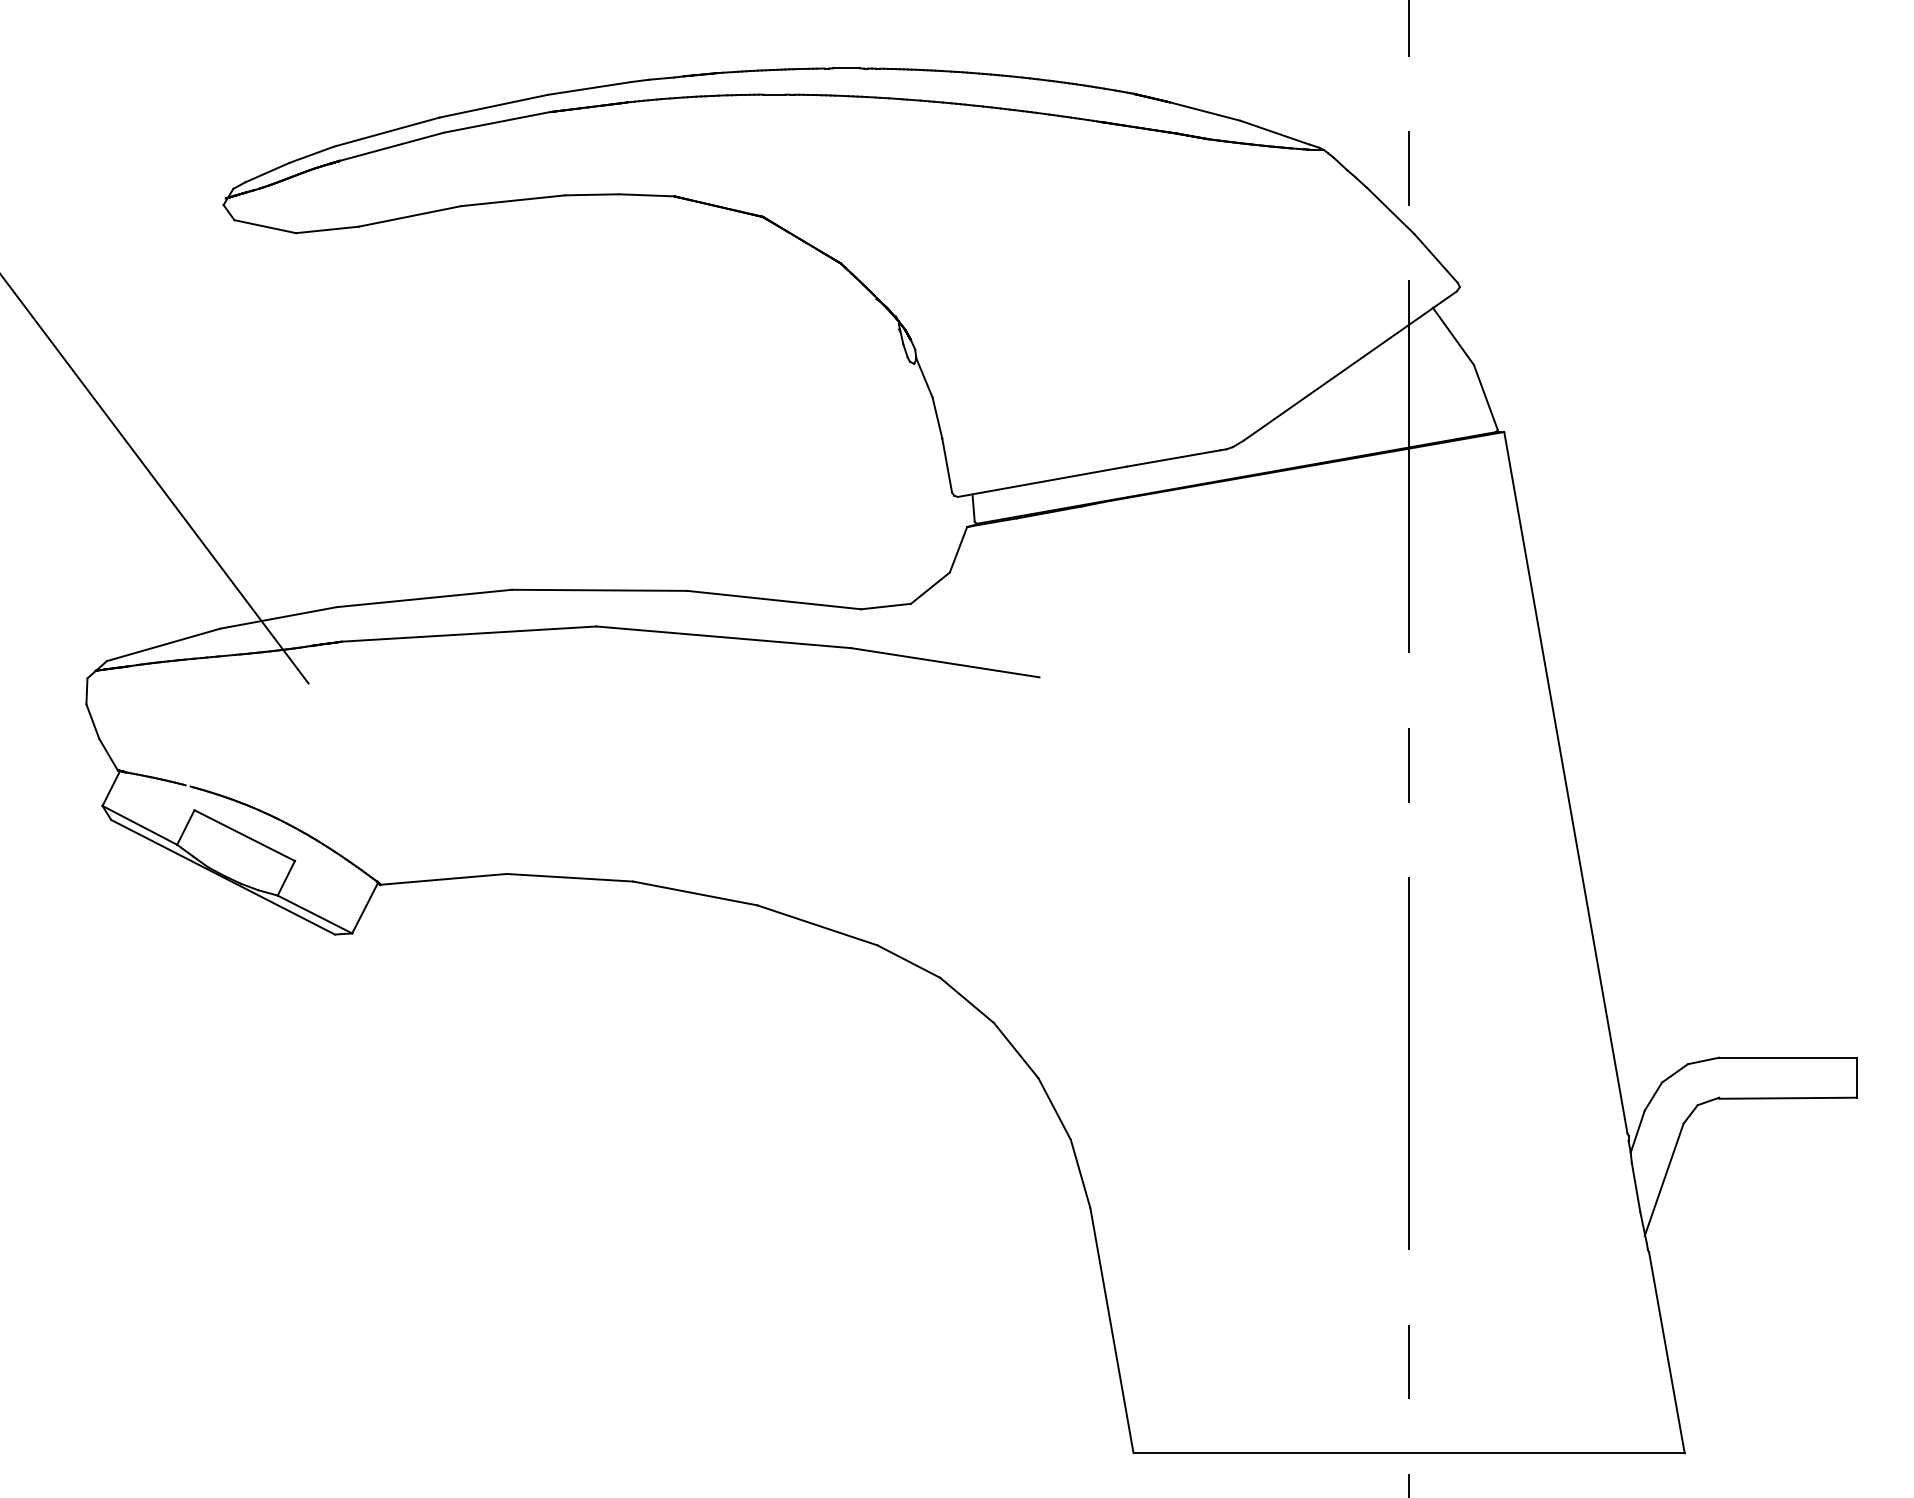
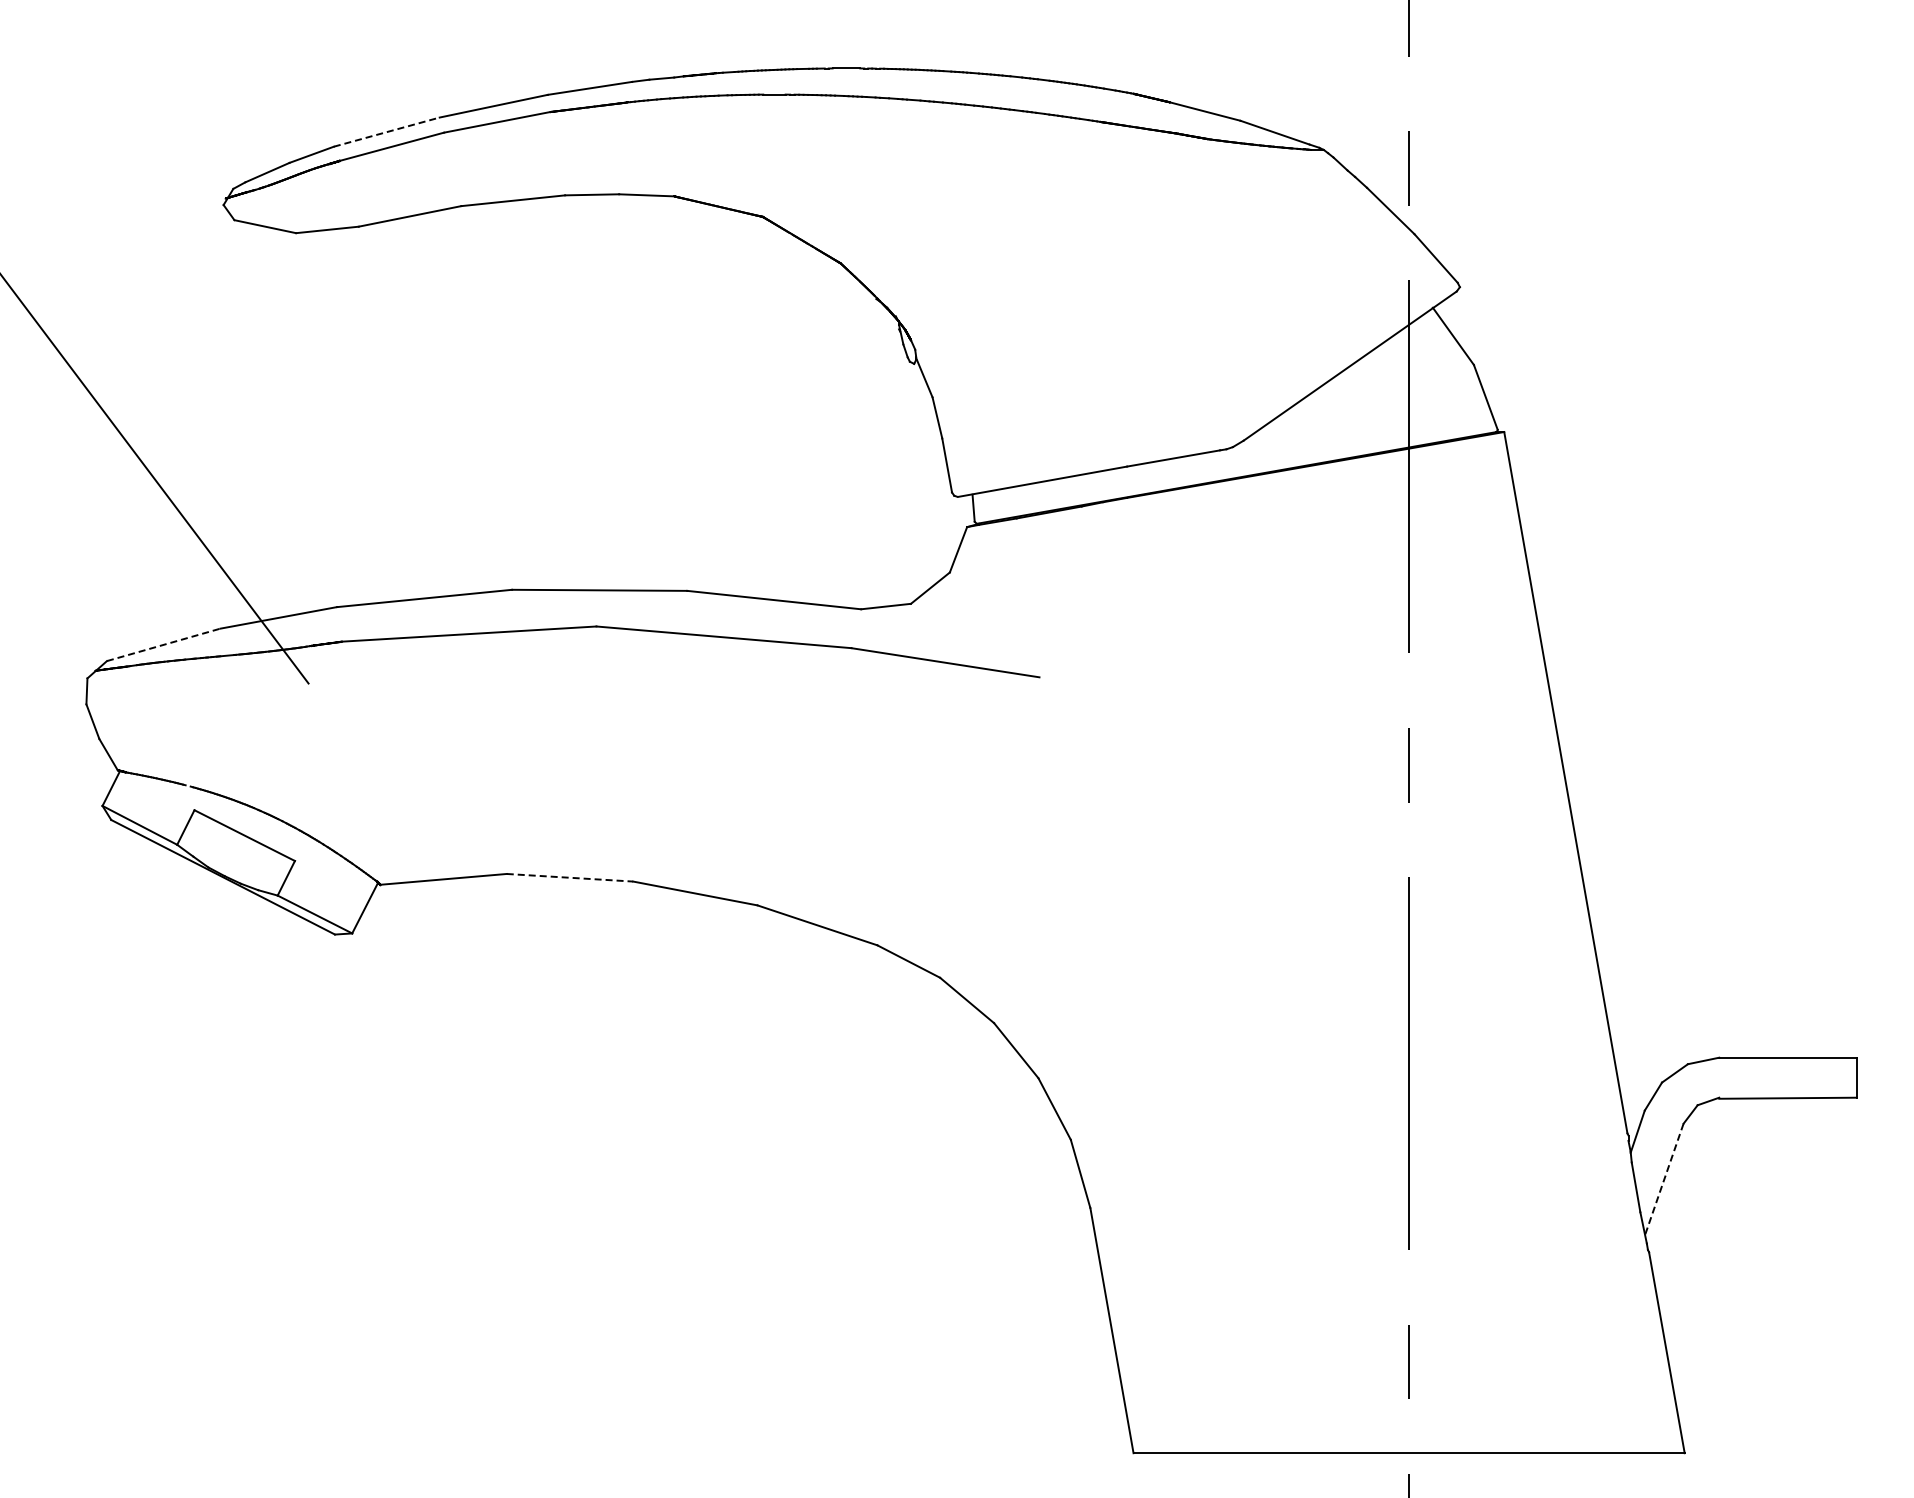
line at (386, 132): solid -> dashed
line at (164, 644): solid -> dashed
line at (570, 877): solid -> dashed
line at (1664, 1180): solid -> dashed
